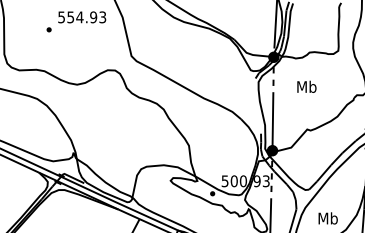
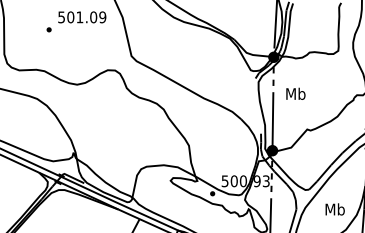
text at (86, 17): 554.93 -> 501.09
text at (306, 86) position: (306, 86) -> (295, 93)
text at (327, 218) position: (327, 218) -> (334, 209)
